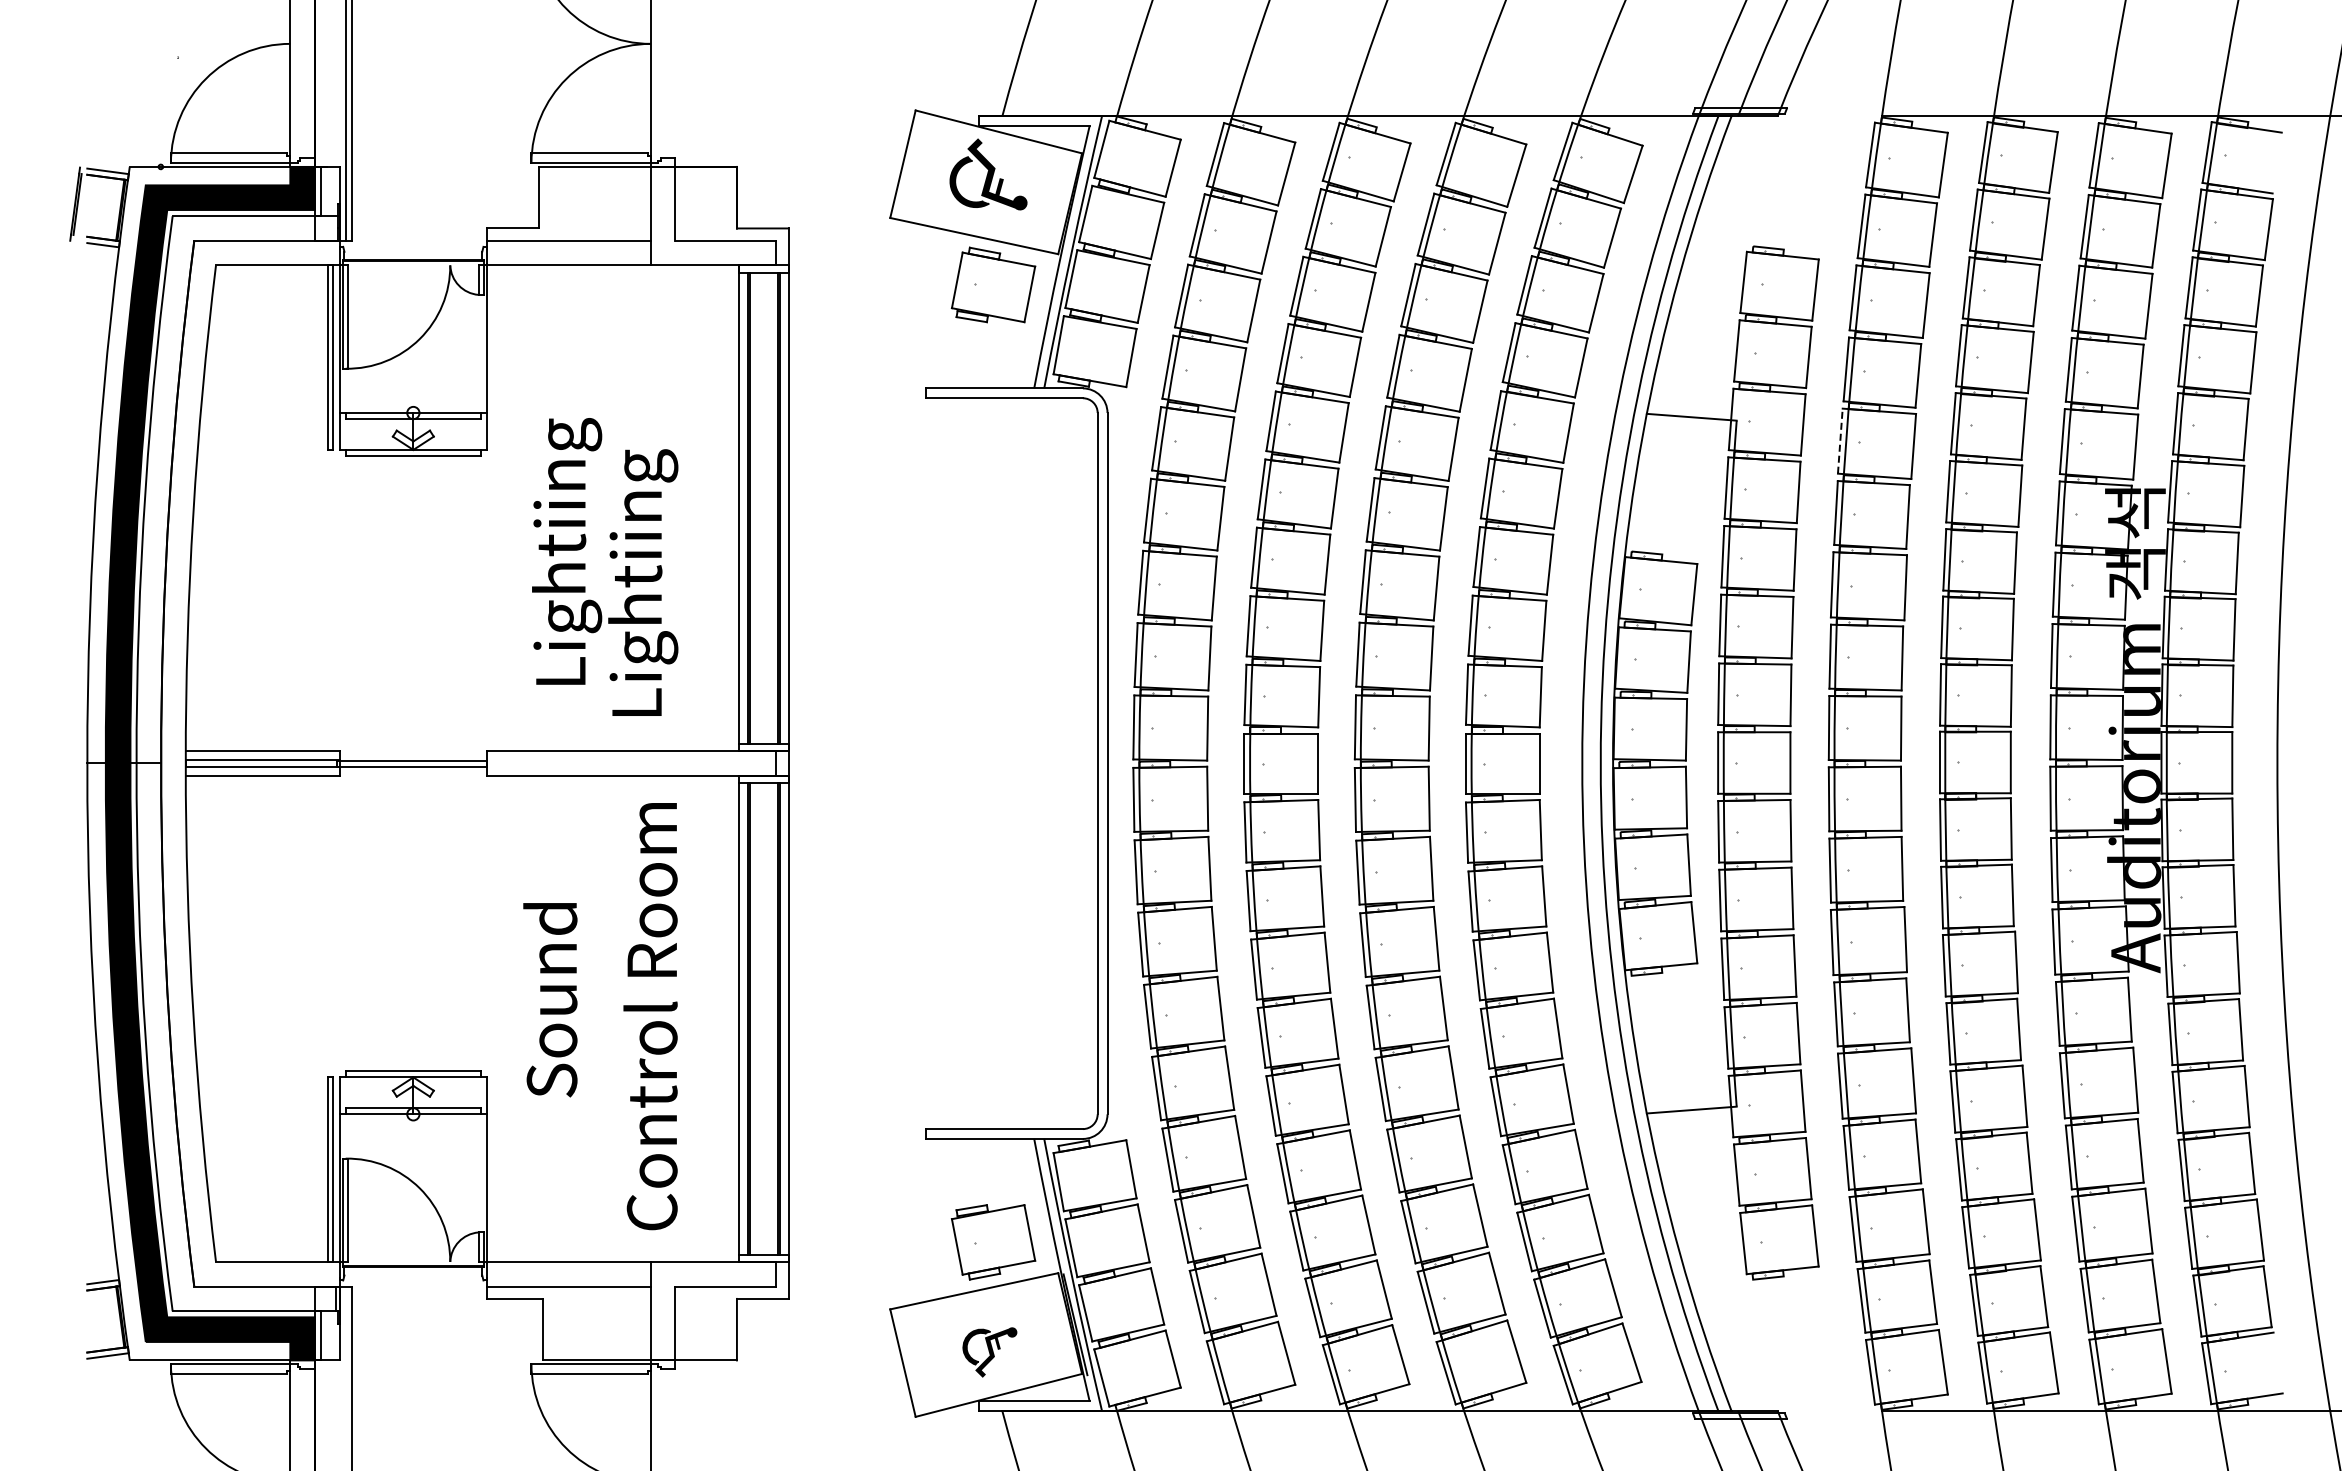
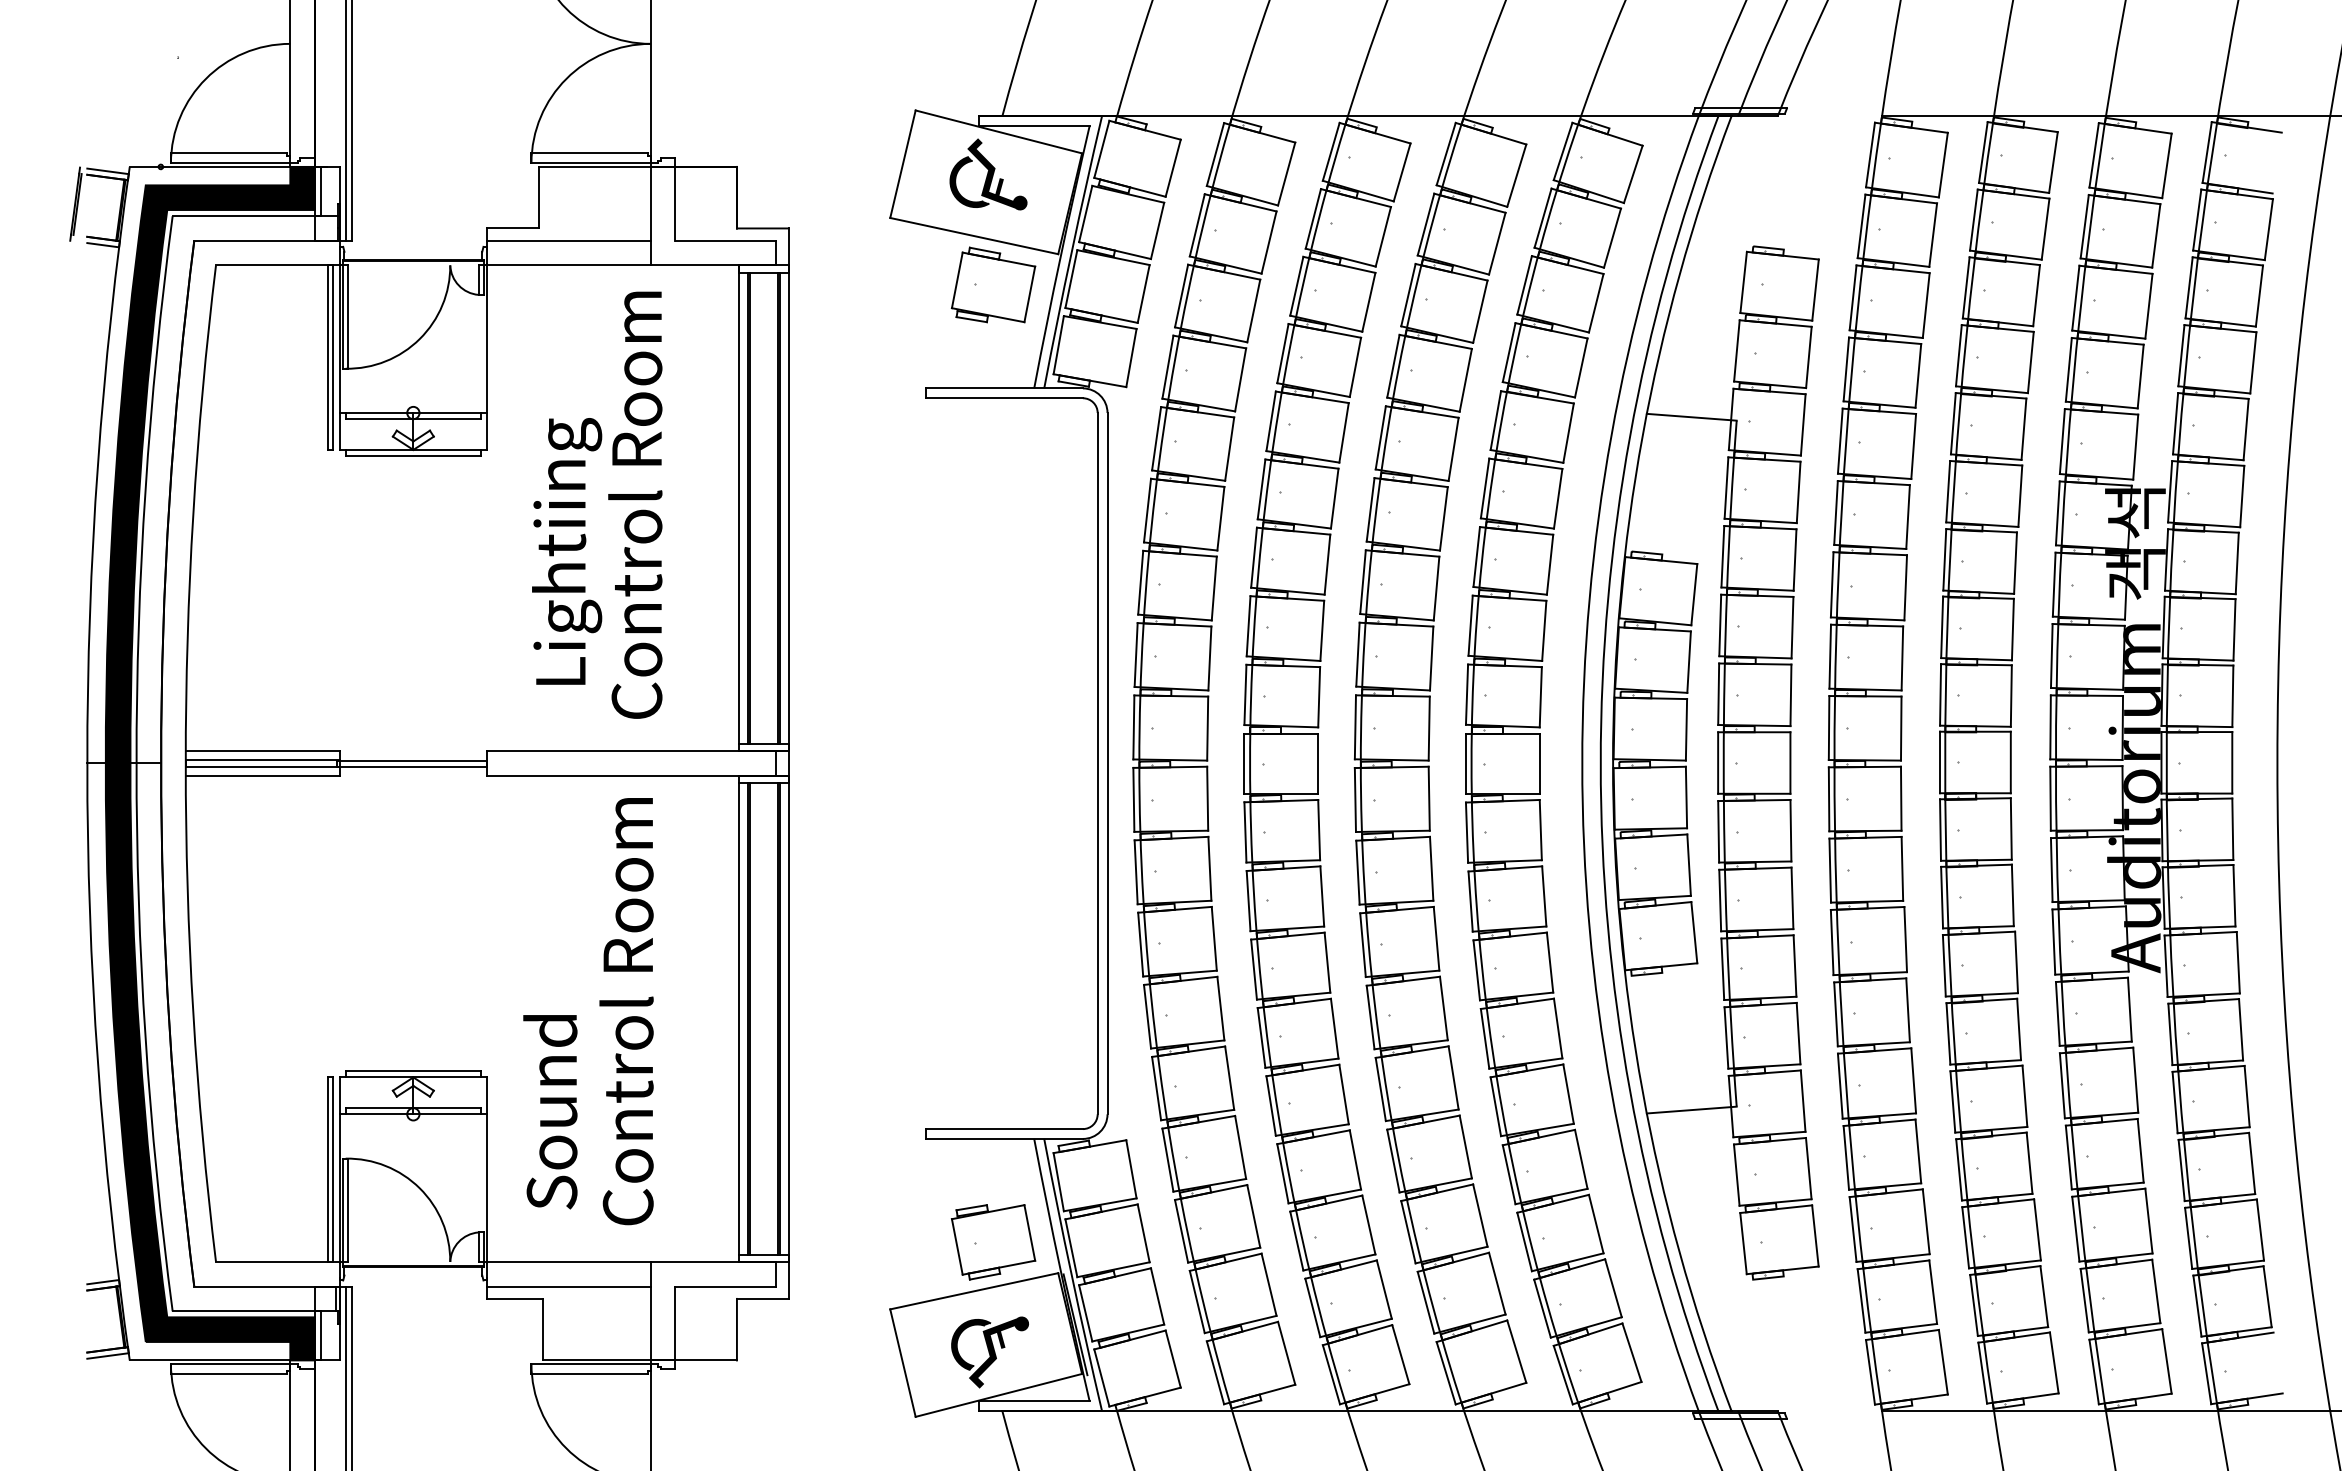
line at (1840, 441): dashed -> solid
text at (643, 504): Lightiing -> Control Room
text at (550, 1000) position: (550, 1000) -> (550, 1112)
text at (650, 1016) position: (650, 1016) -> (626, 1011)
part at (989, 1352) size: 56x51 px -> 78x73 px
line at (345, 1376): none -> present
